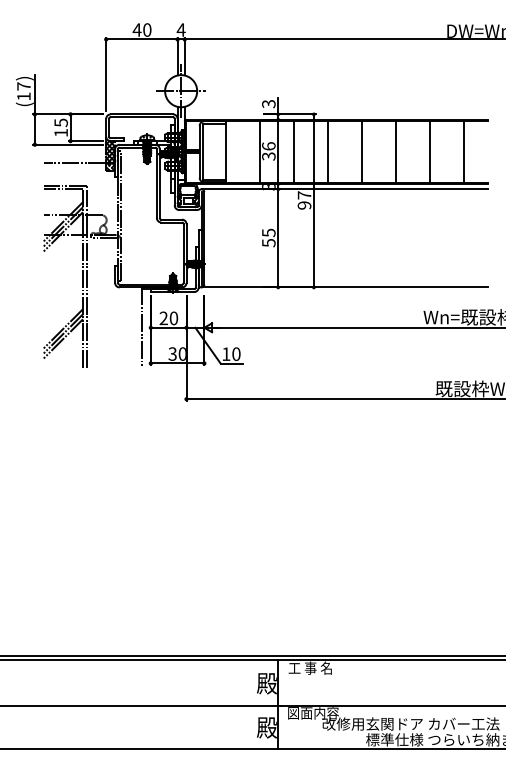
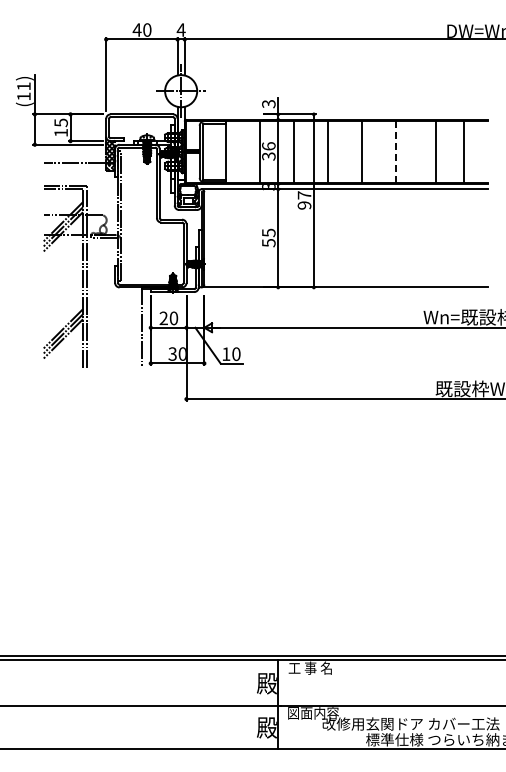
text at (23, 86): (17) -> (11)
line at (429, 151) position: (429, 151) -> (435, 151)
line at (395, 152): solid -> dashed
